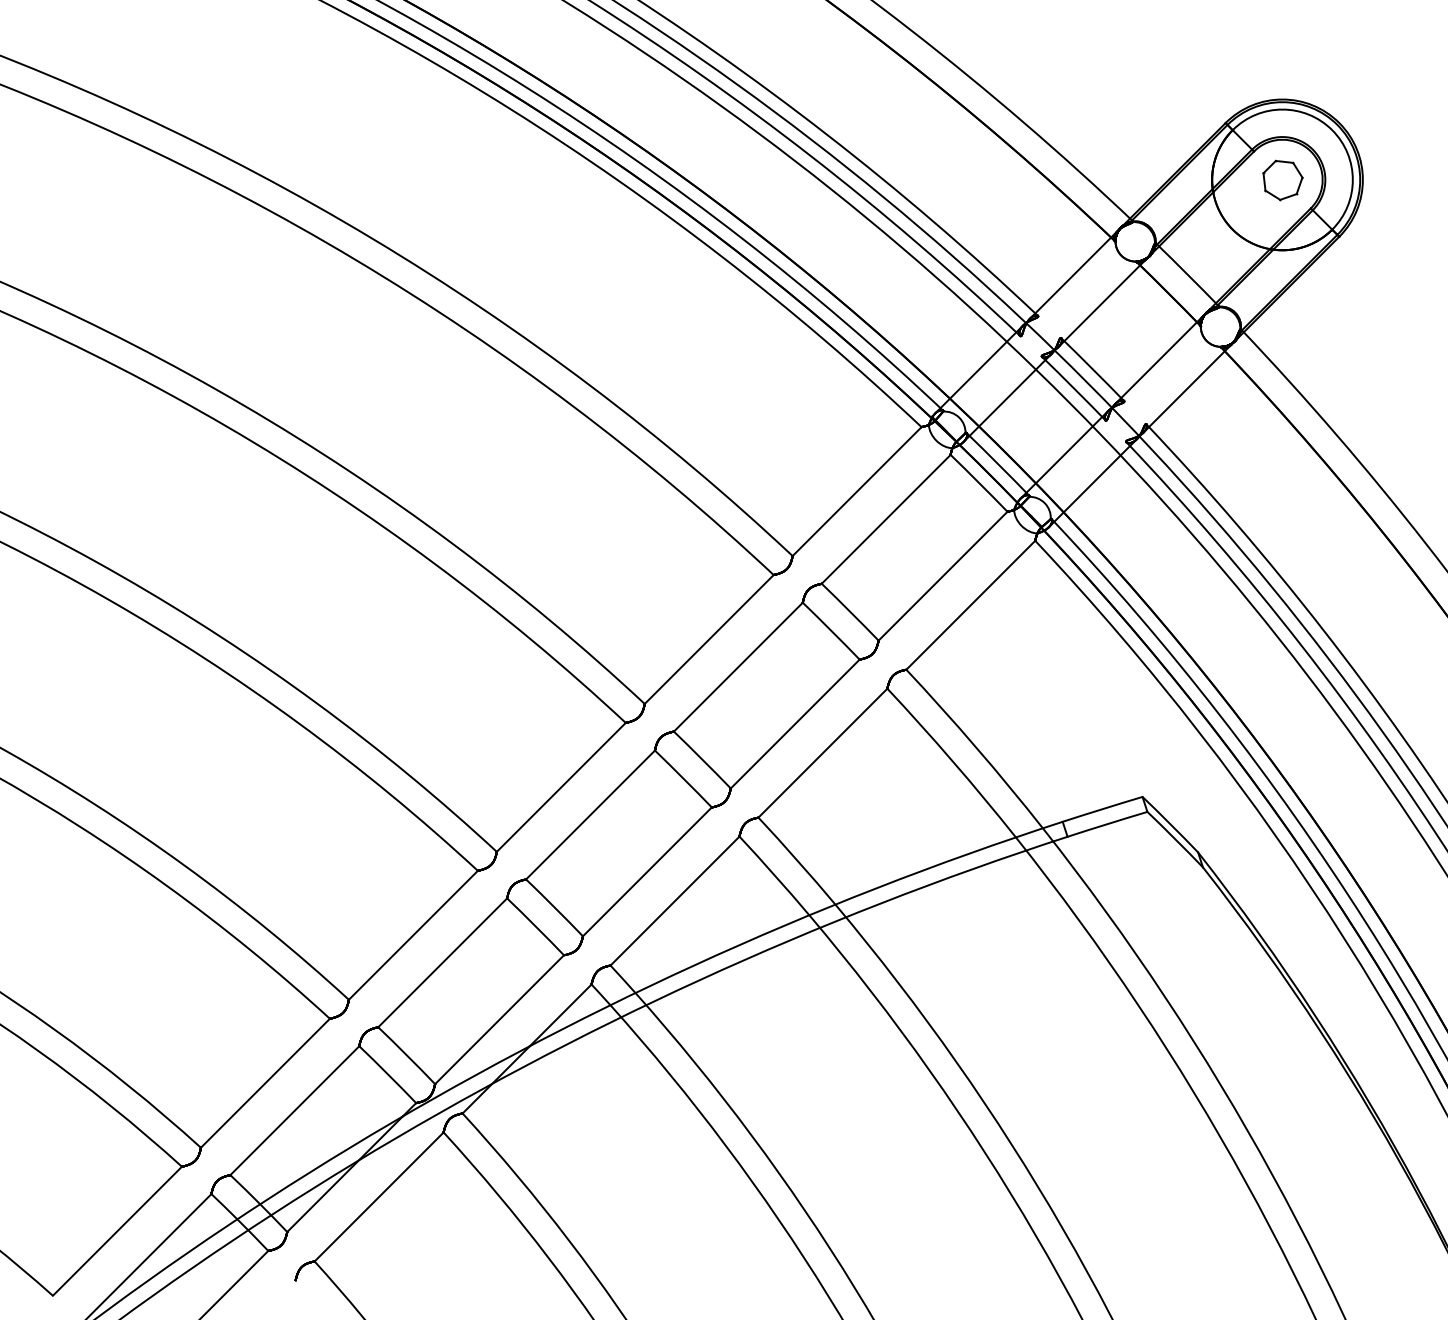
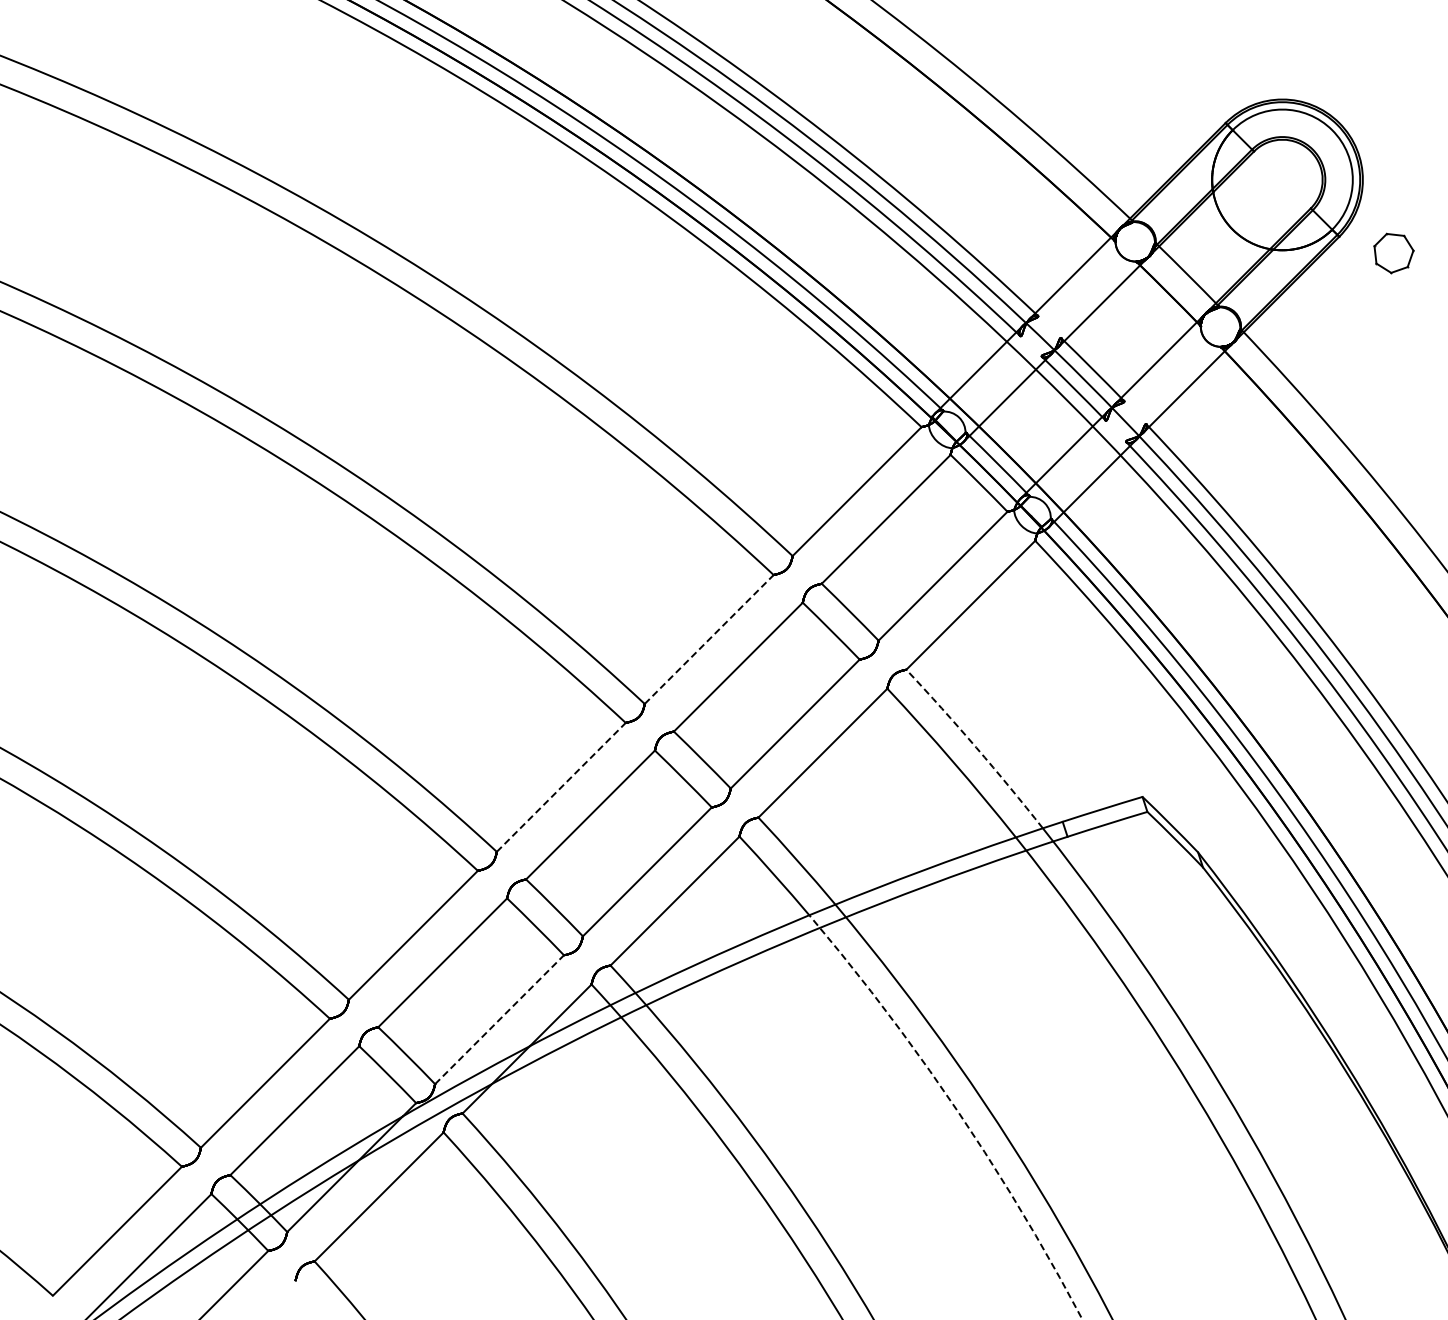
part at (1282, 180) position: (1282, 180) -> (1393, 253)
line at (709, 639): solid -> dashed
arc at (976, 747): solid -> dashed
line at (561, 787): solid -> dashed
line at (499, 1019): solid -> dashed
arc at (955, 1107): solid -> dashed
